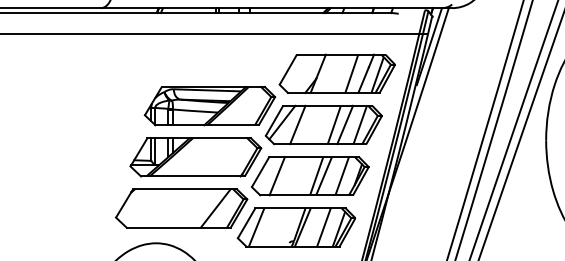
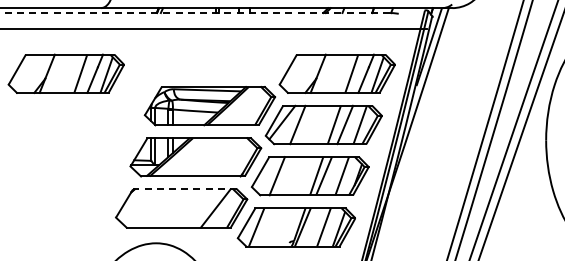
line at (195, 13): solid -> dashed
line at (214, 33) position: (214, 33) -> (214, 28)
part at (65, 73): none -> present
line at (185, 189): solid -> dashed
